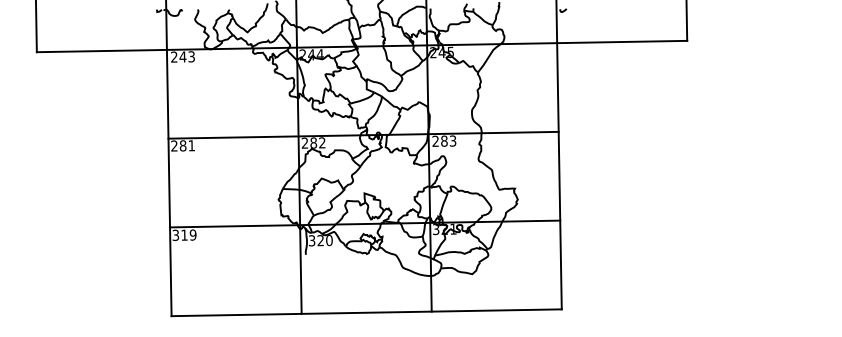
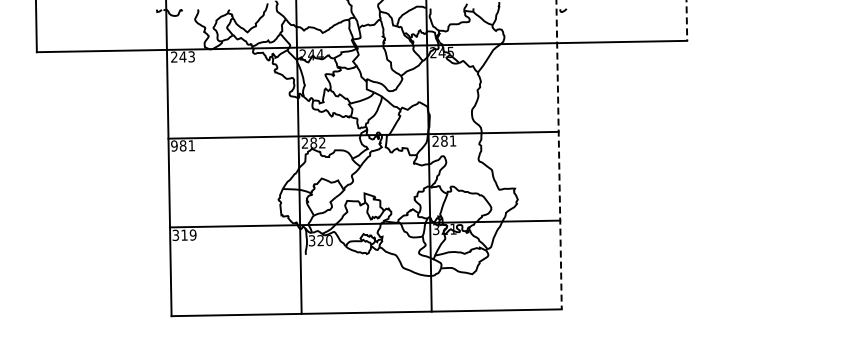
line at (686, 20): solid -> dashed
text at (452, 140): 283 -> 281
text at (174, 145): 281 -> 981
line at (559, 155): solid -> dashed
